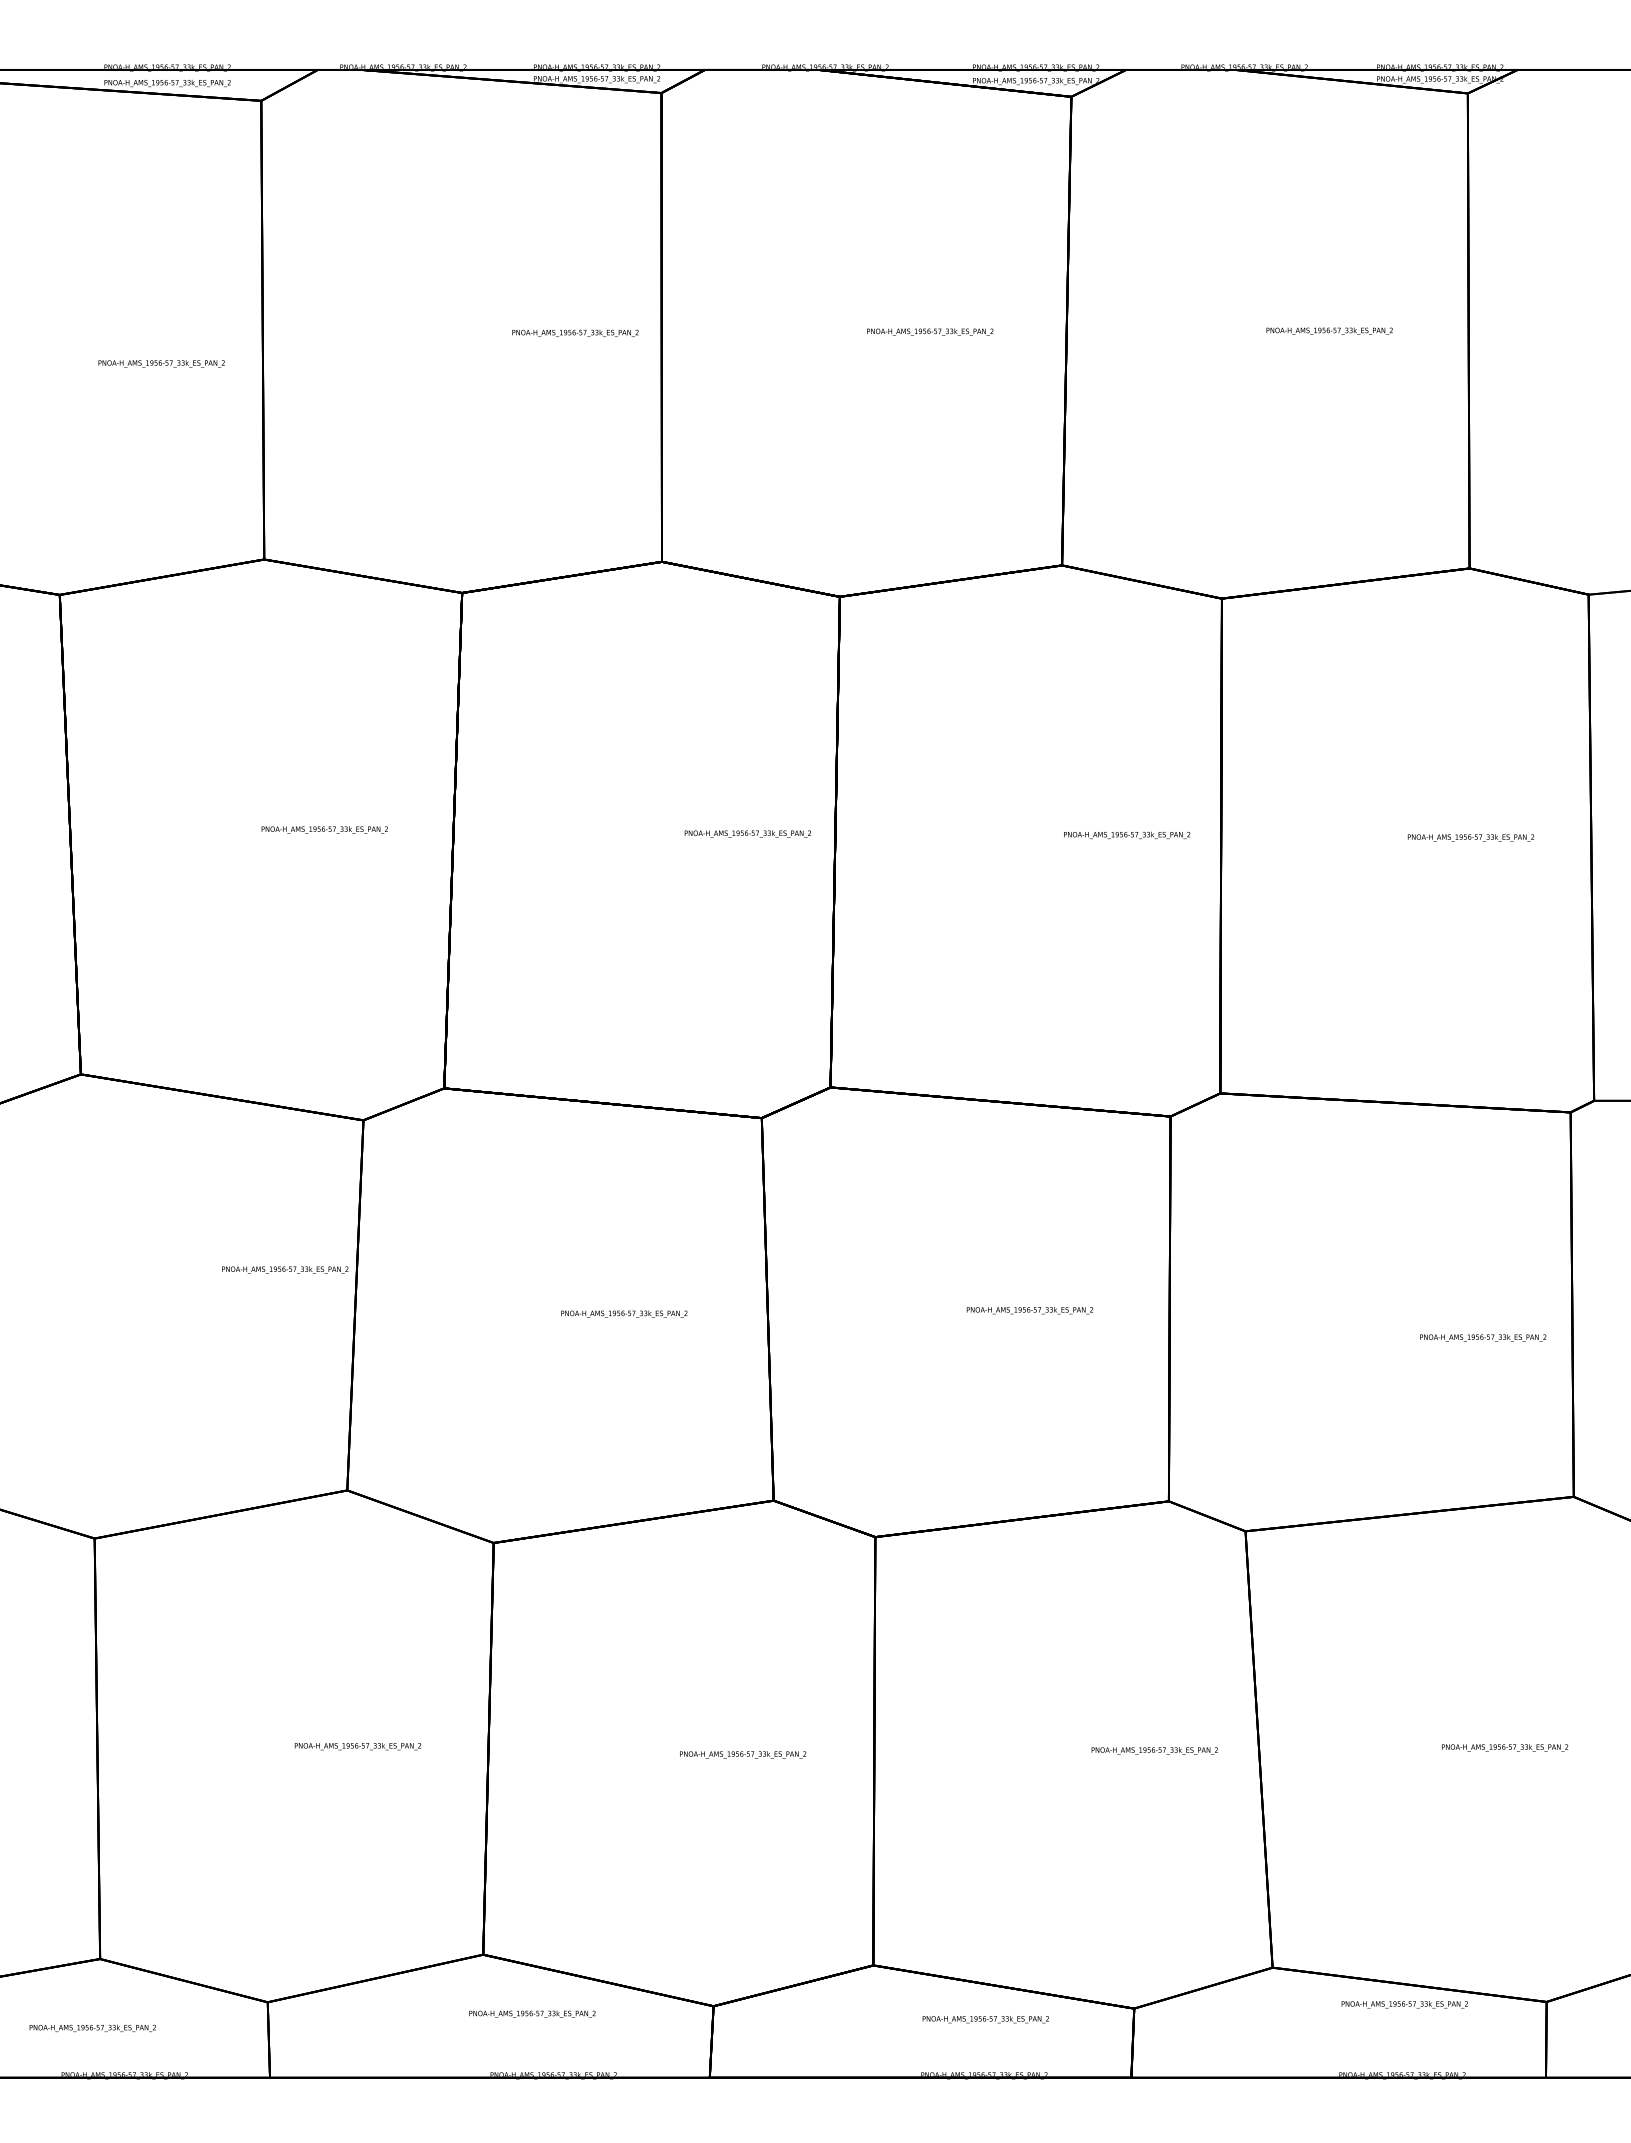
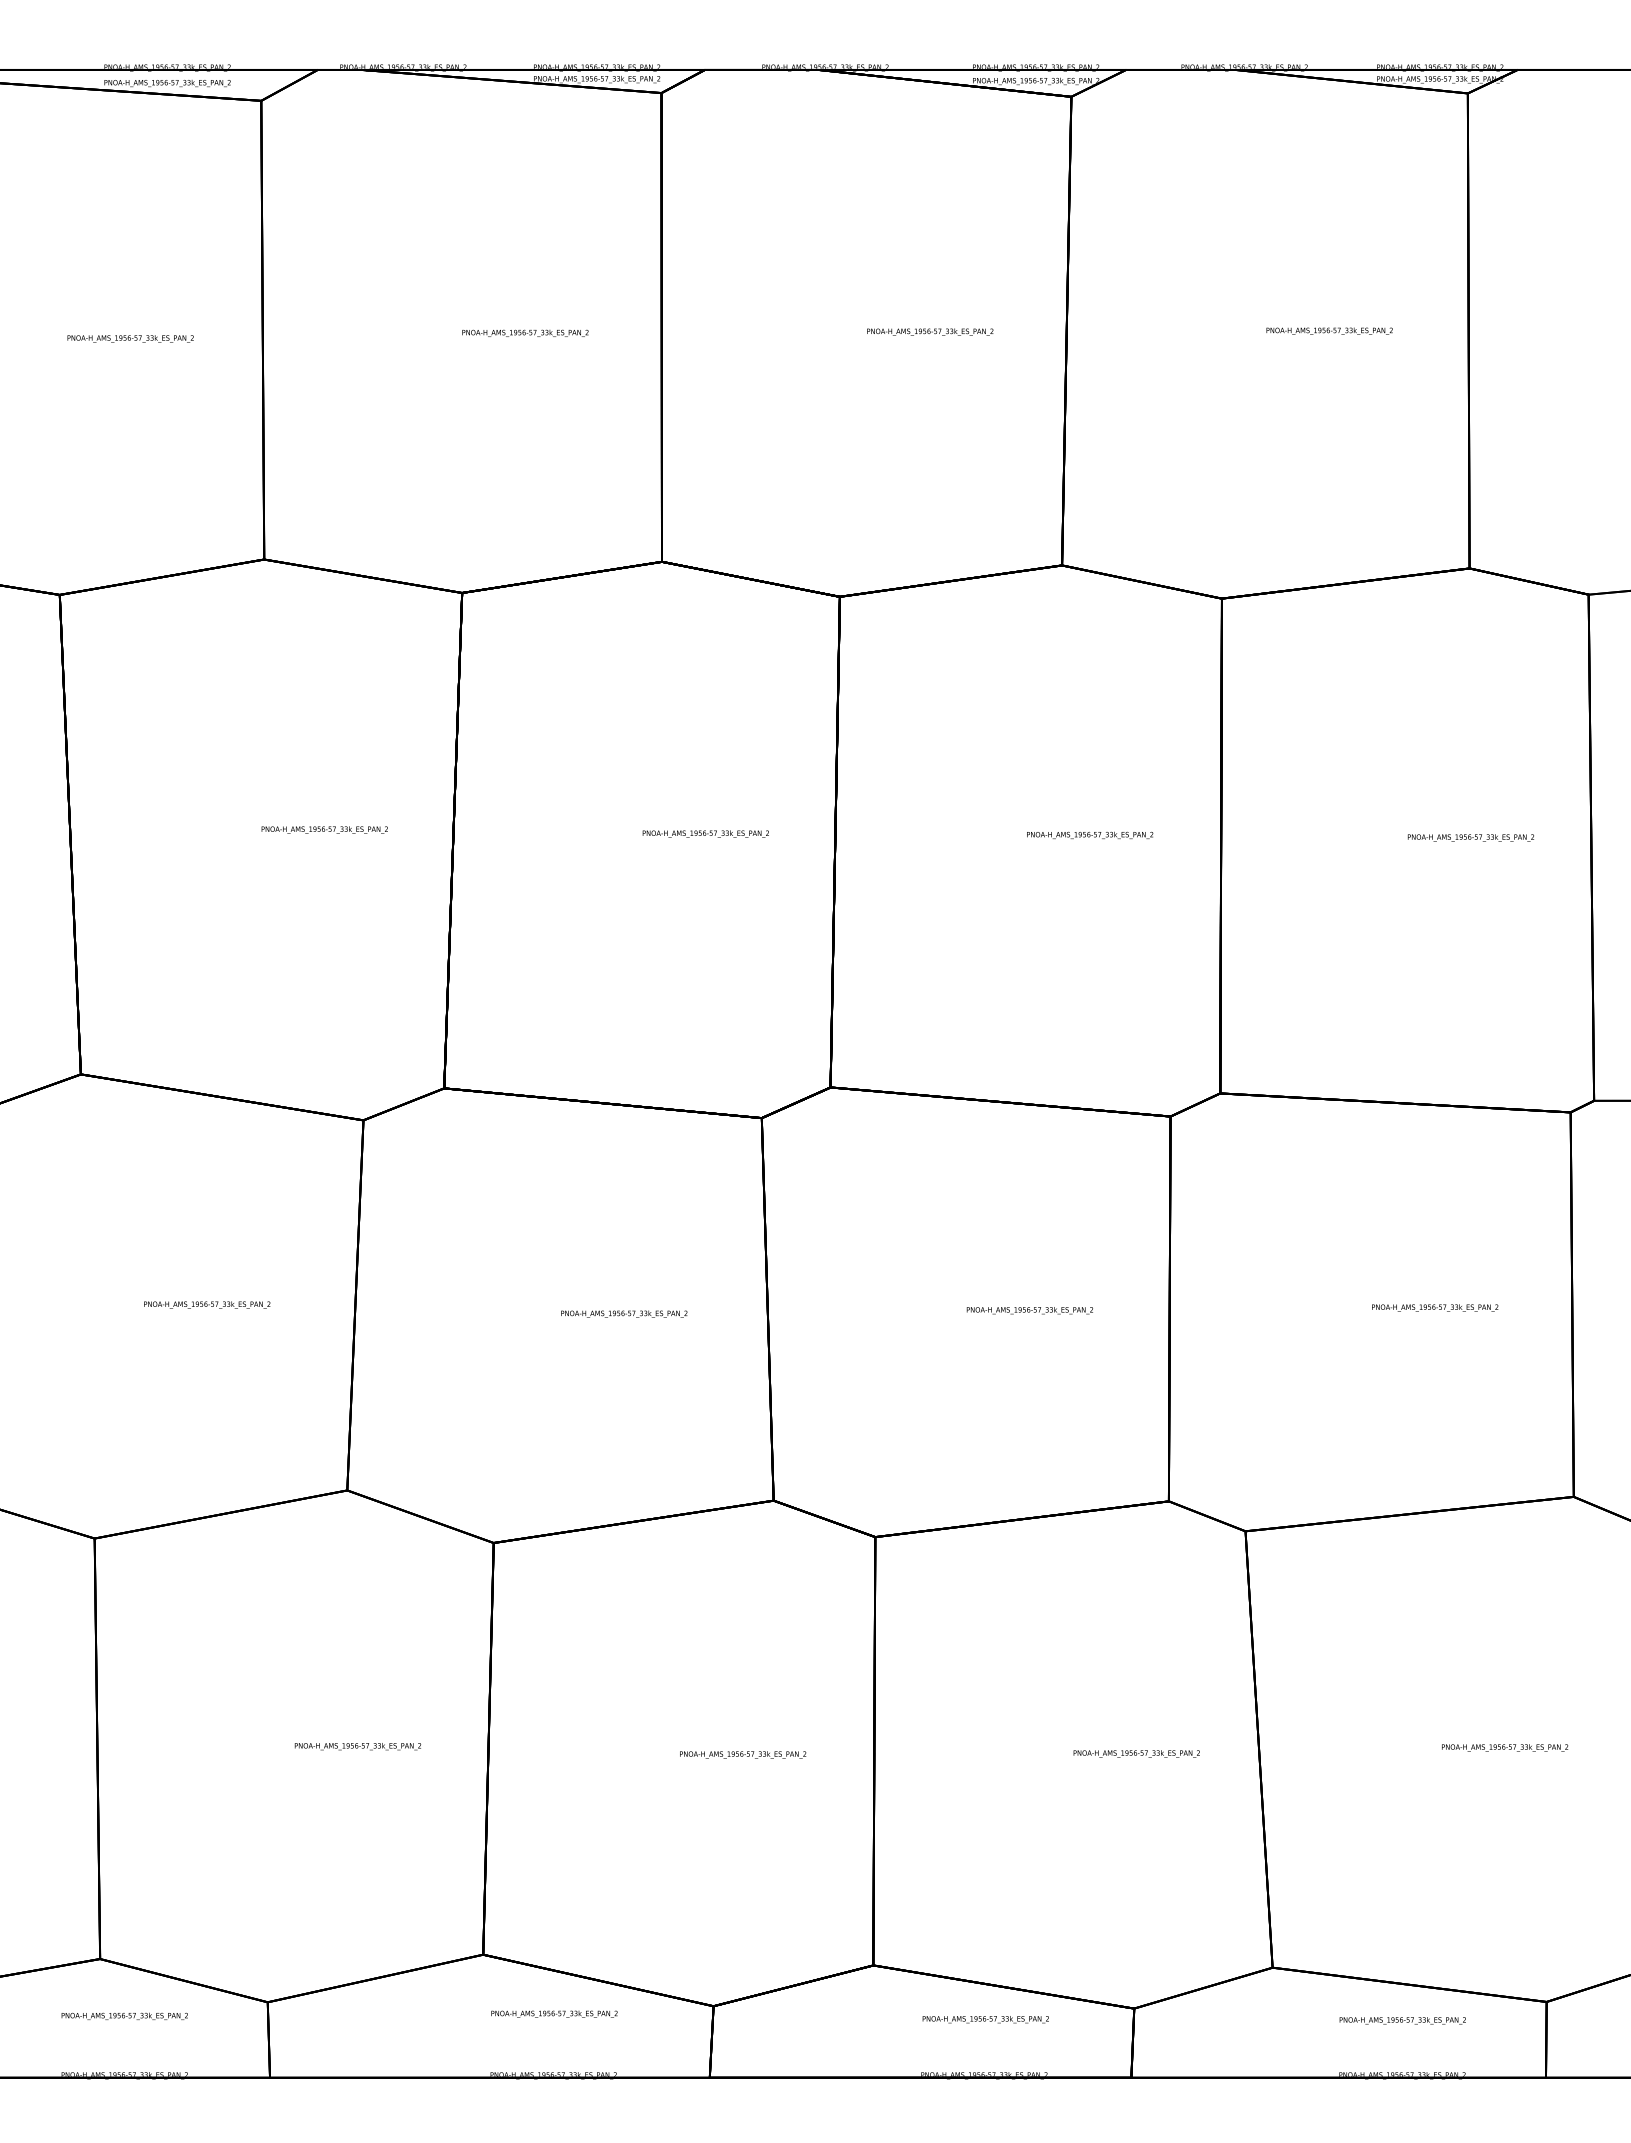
text at (575, 332) position: (575, 332) -> (525, 332)
text at (161, 363) position: (161, 363) -> (130, 338)
text at (747, 833) position: (747, 833) -> (705, 833)
text at (1127, 834) position: (1127, 834) -> (1090, 834)
text at (285, 1269) position: (285, 1269) -> (207, 1304)
text at (1483, 1337) position: (1483, 1337) -> (1435, 1307)
text at (1154, 1750) position: (1154, 1750) -> (1136, 1753)
text at (1404, 2004) position: (1404, 2004) -> (1402, 2020)
text at (532, 2013) position: (532, 2013) -> (554, 2013)
text at (92, 2027) position: (92, 2027) -> (124, 2015)
